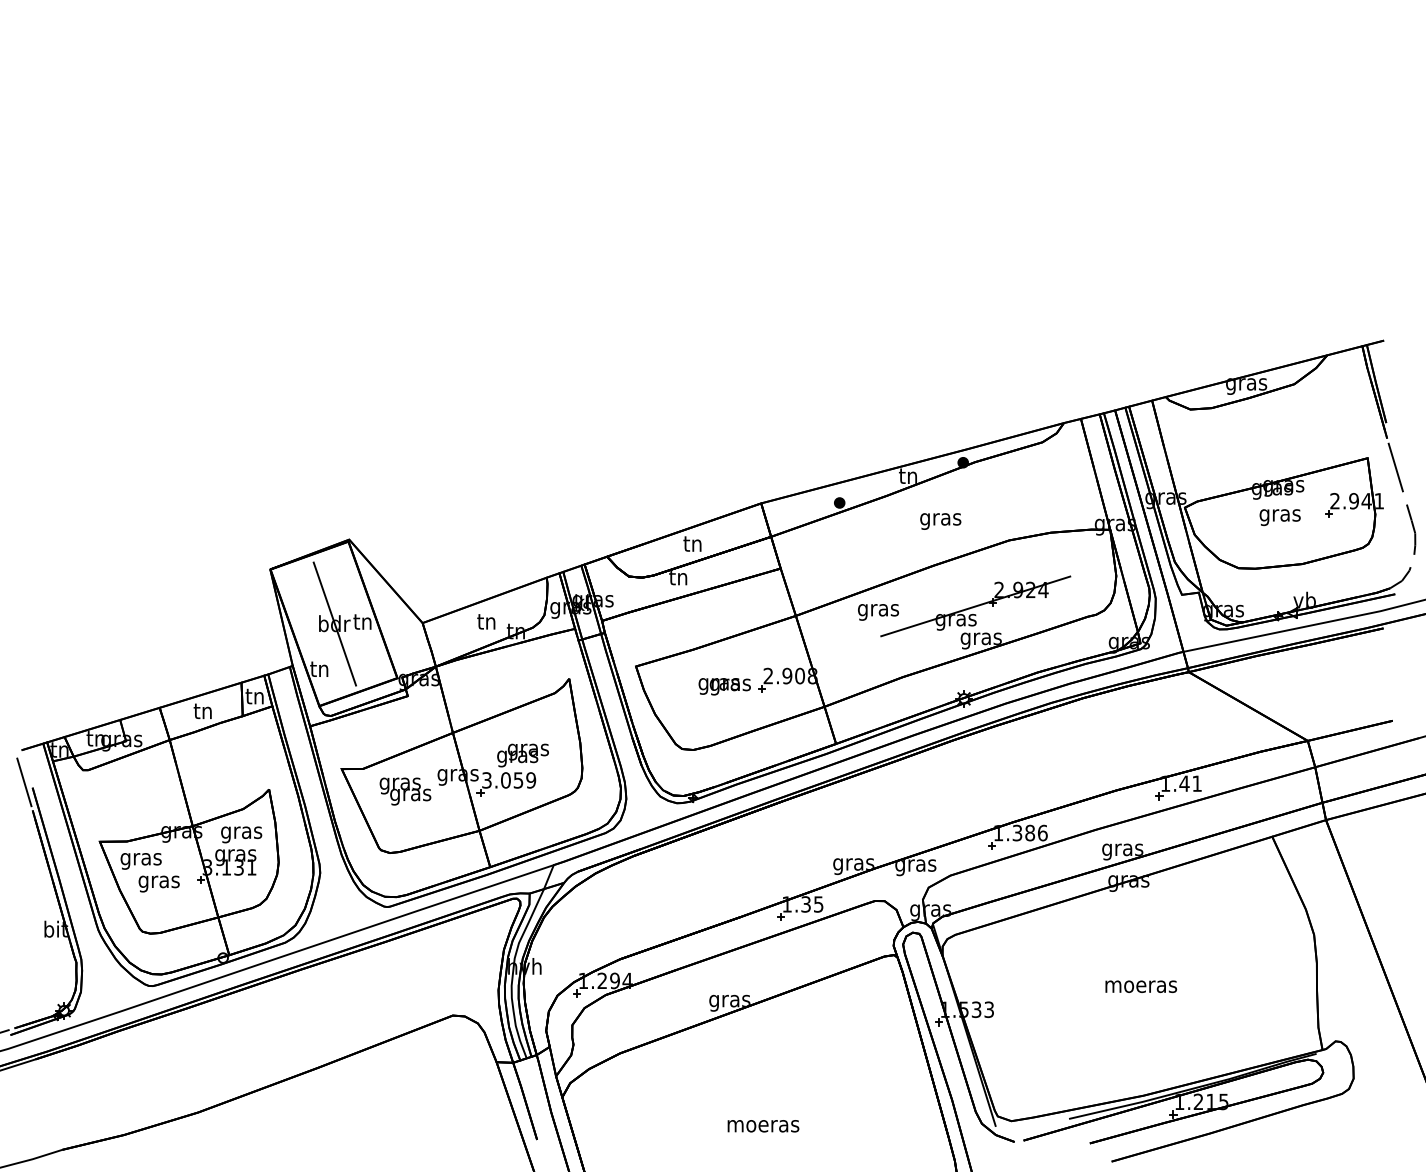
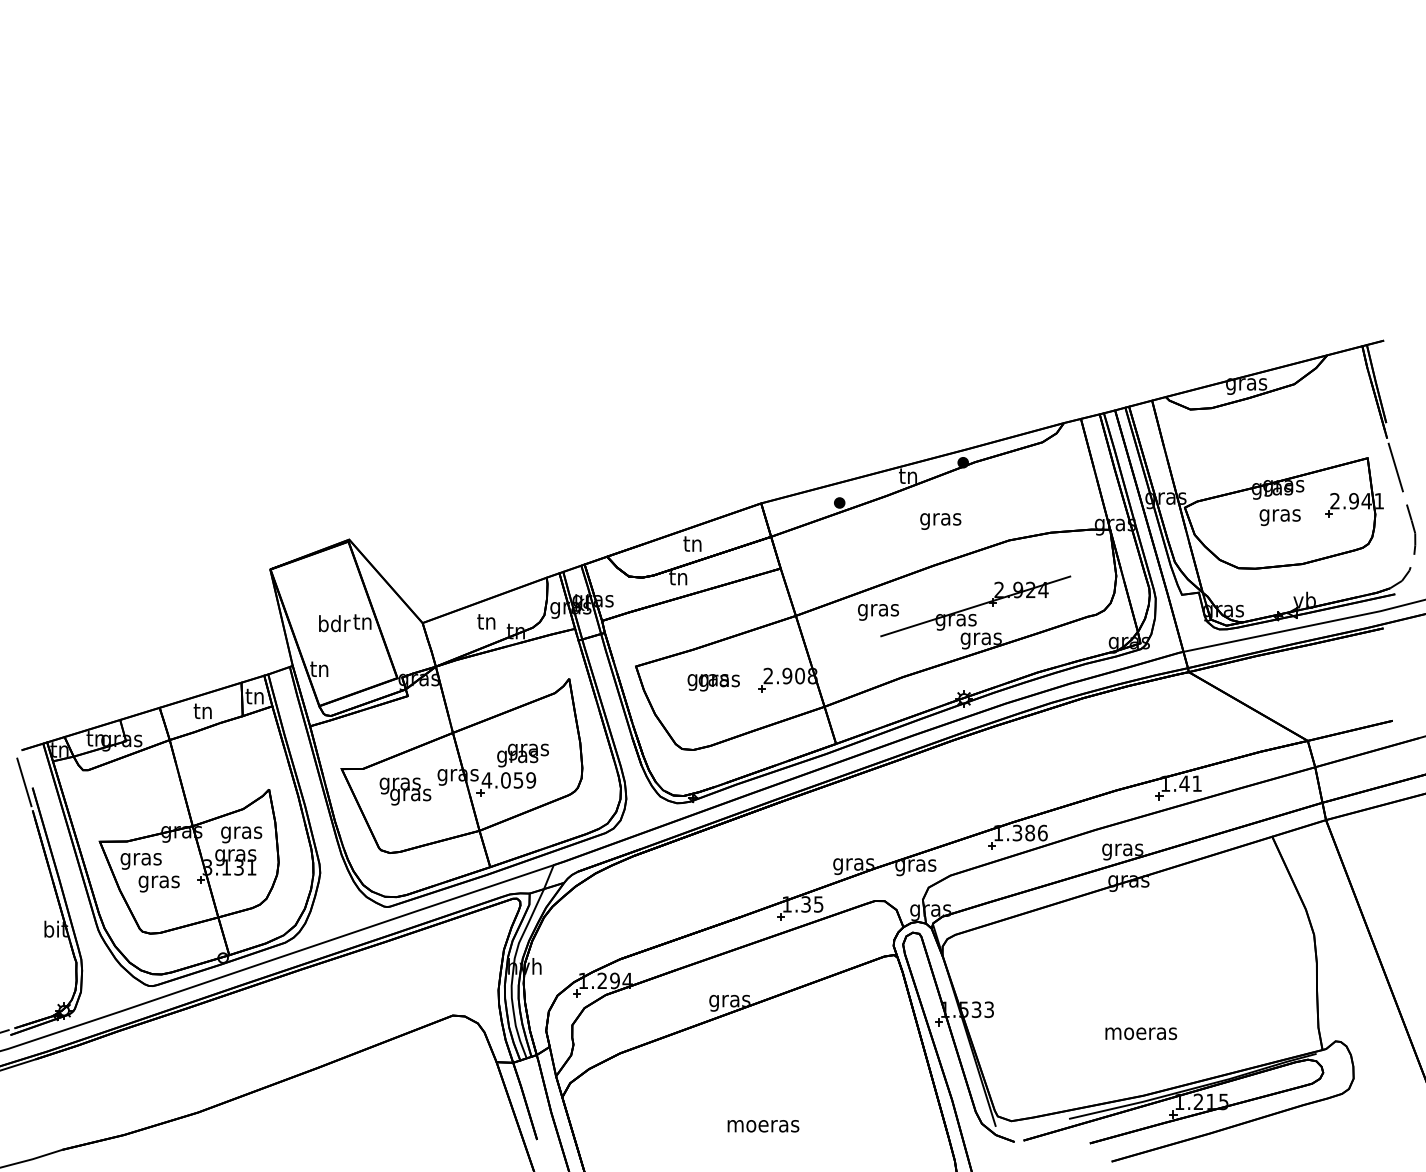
line at (334, 623): present -> none
text at (724, 686) position: (724, 686) -> (713, 682)
text at (486, 780): 3.059 -> 4.059
text at (1141, 986) position: (1141, 986) -> (1141, 1033)
